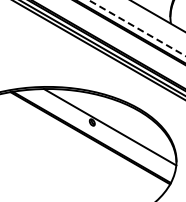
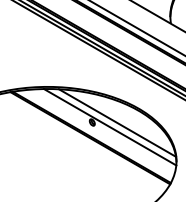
line at (136, 27): dashed -> solid
line at (117, 122): none -> present
